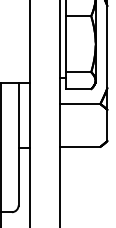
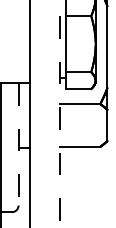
line at (60, 113): solid -> dashed
line at (18, 144): solid -> dashed
